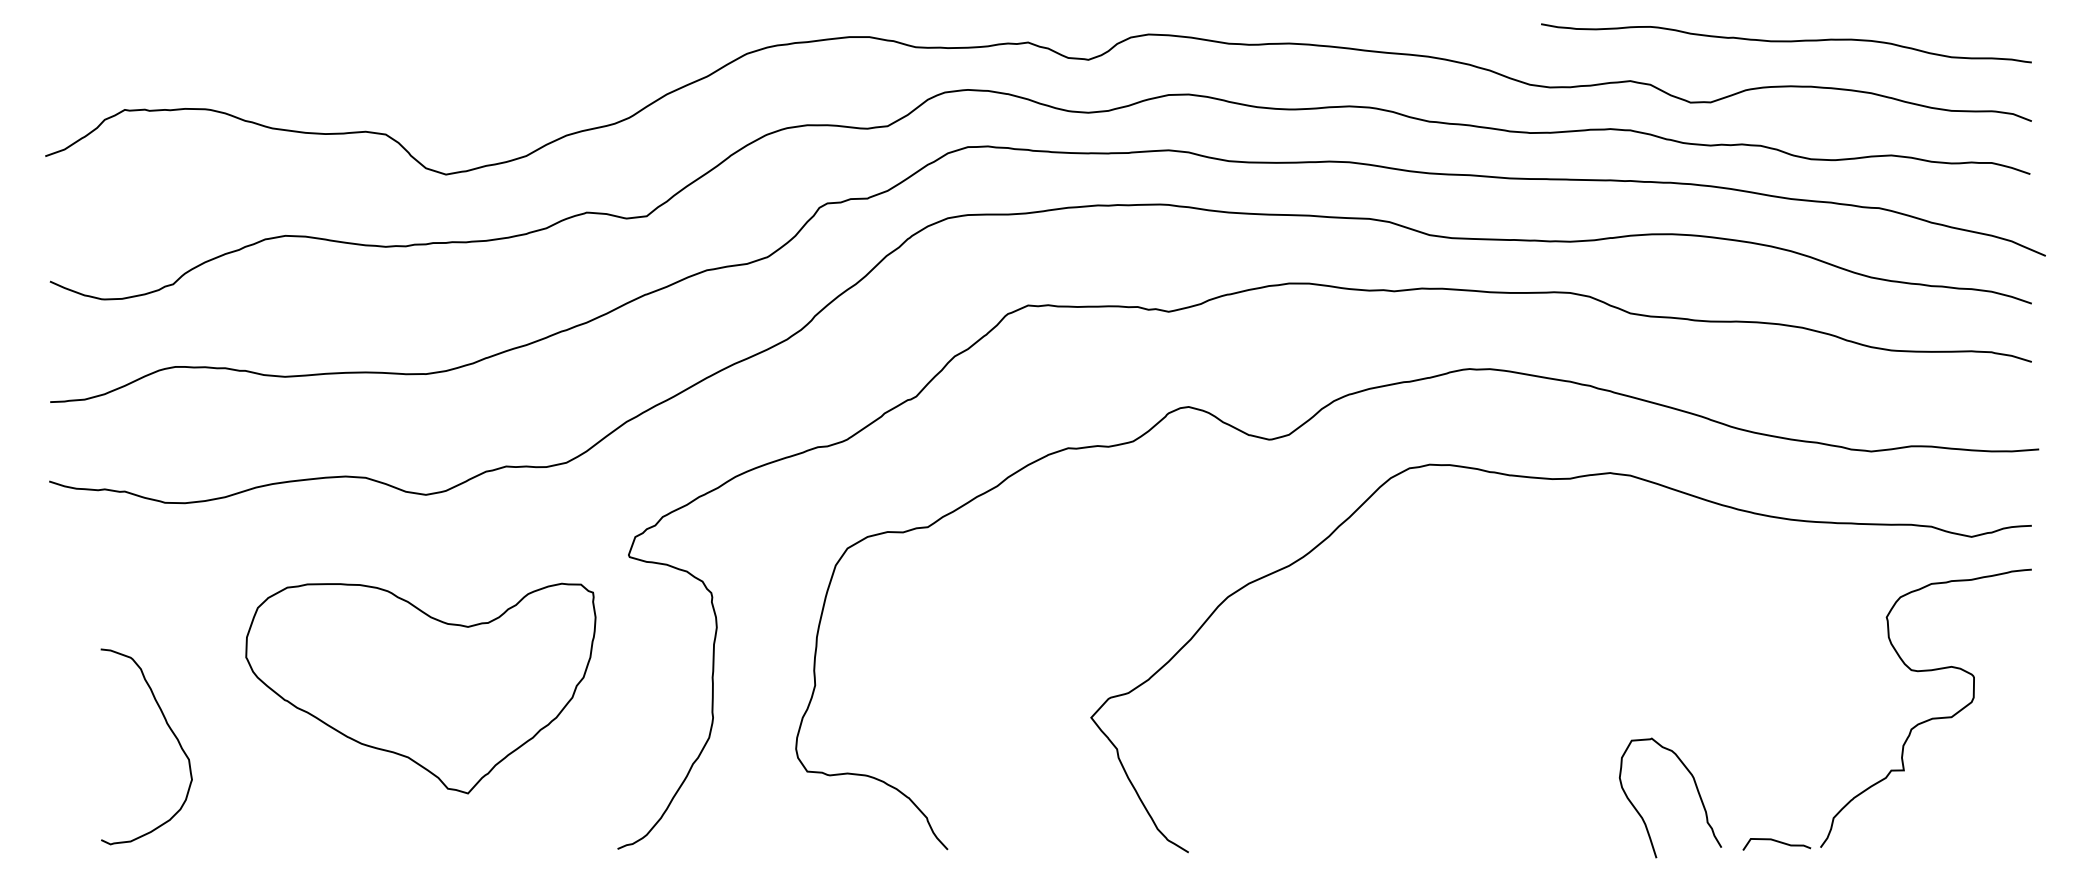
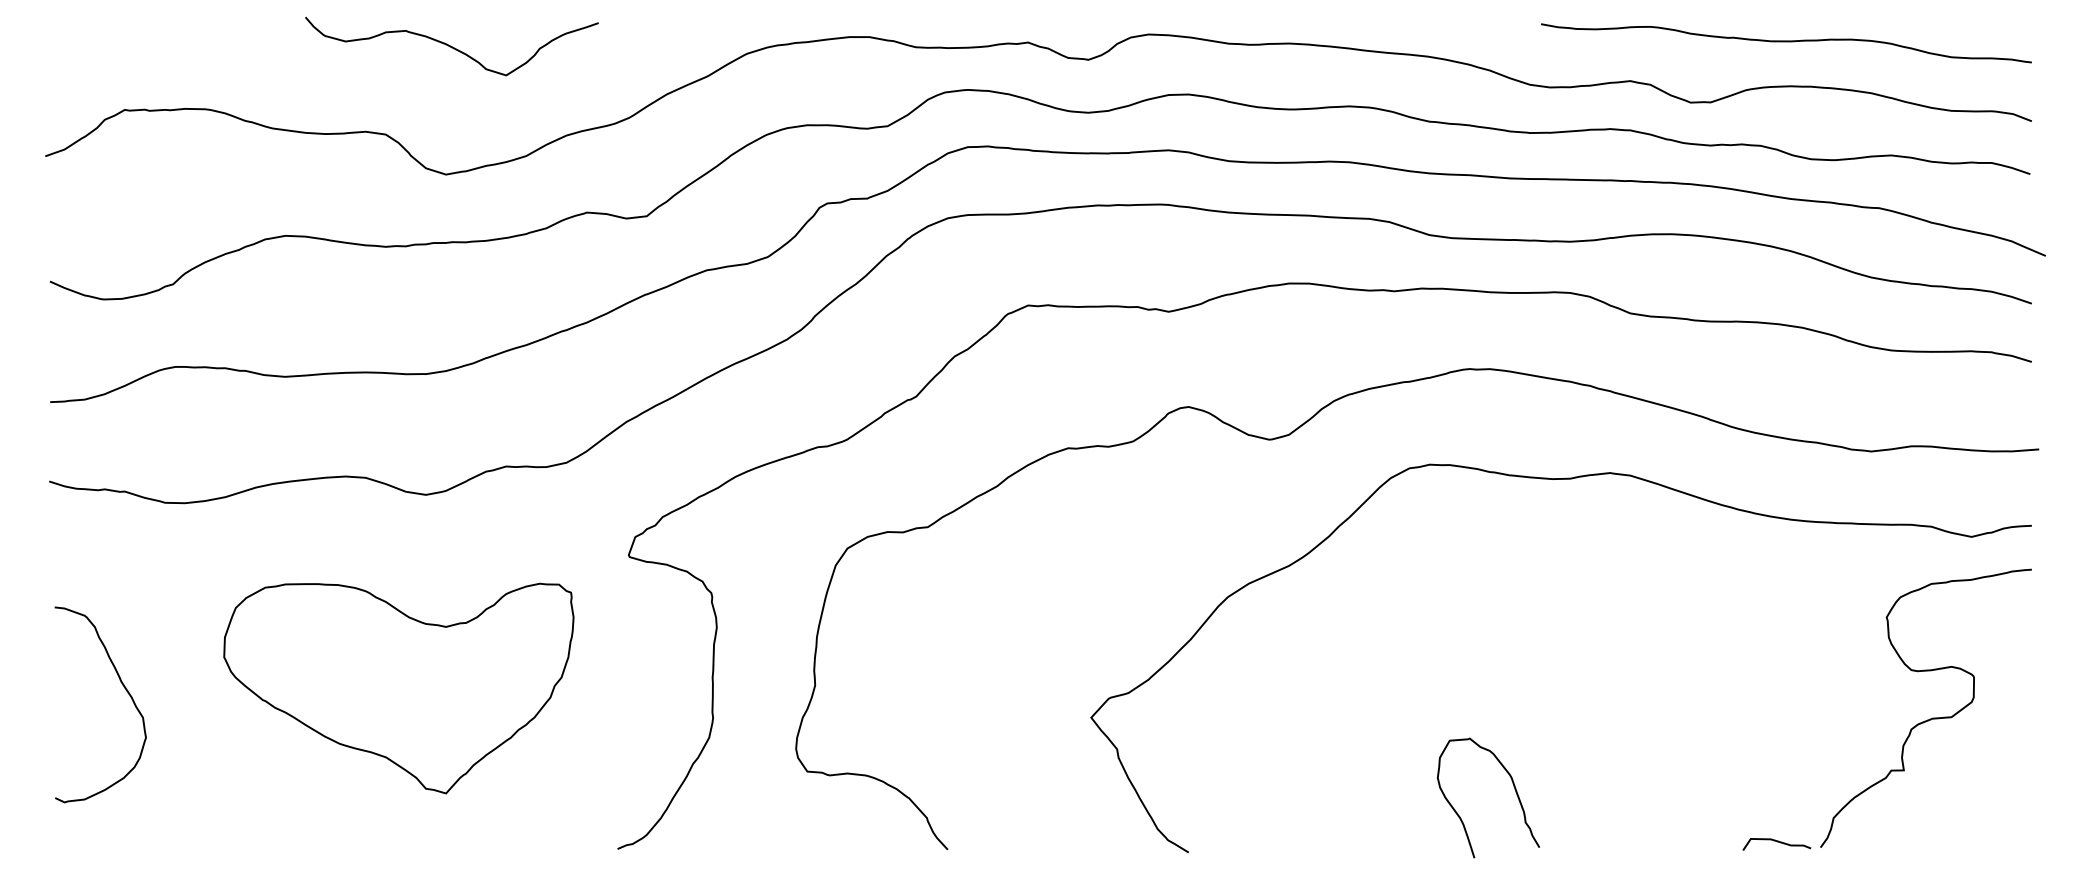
curve at (451, 46): none -> present
part at (420, 688) position: (420, 688) -> (398, 688)
curve at (171, 732) position: (171, 732) -> (125, 690)
curve at (1696, 789) position: (1696, 789) -> (1514, 789)
